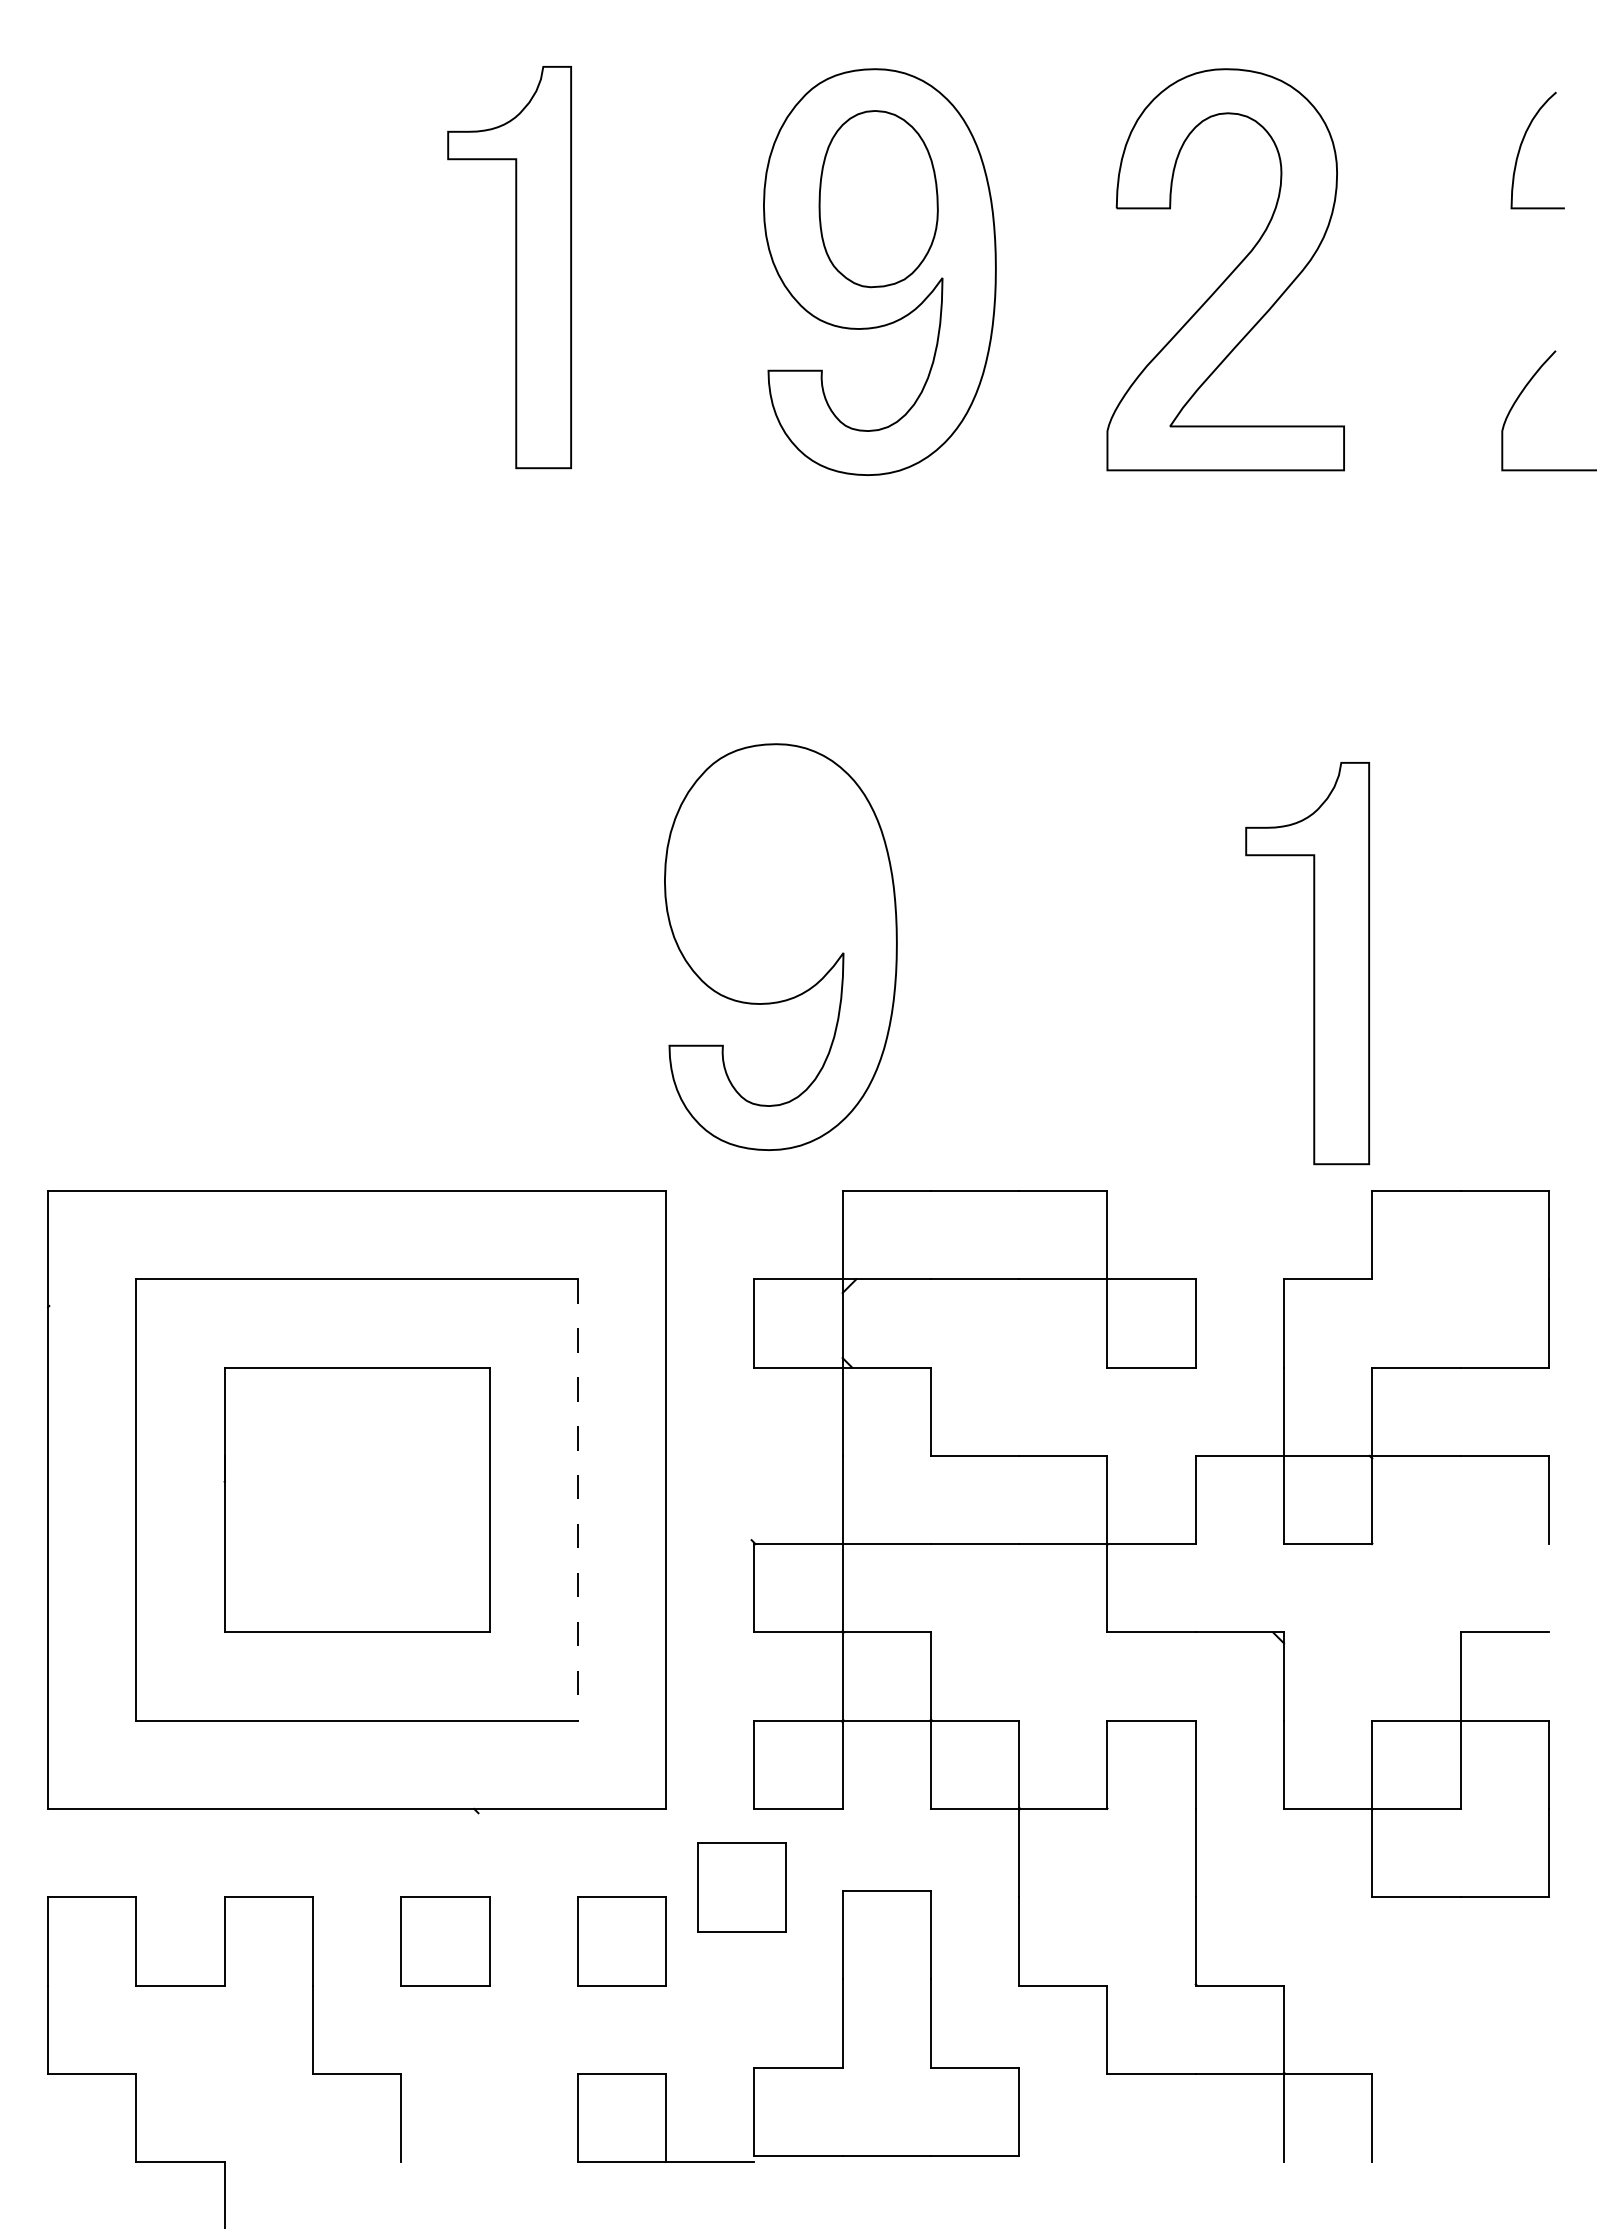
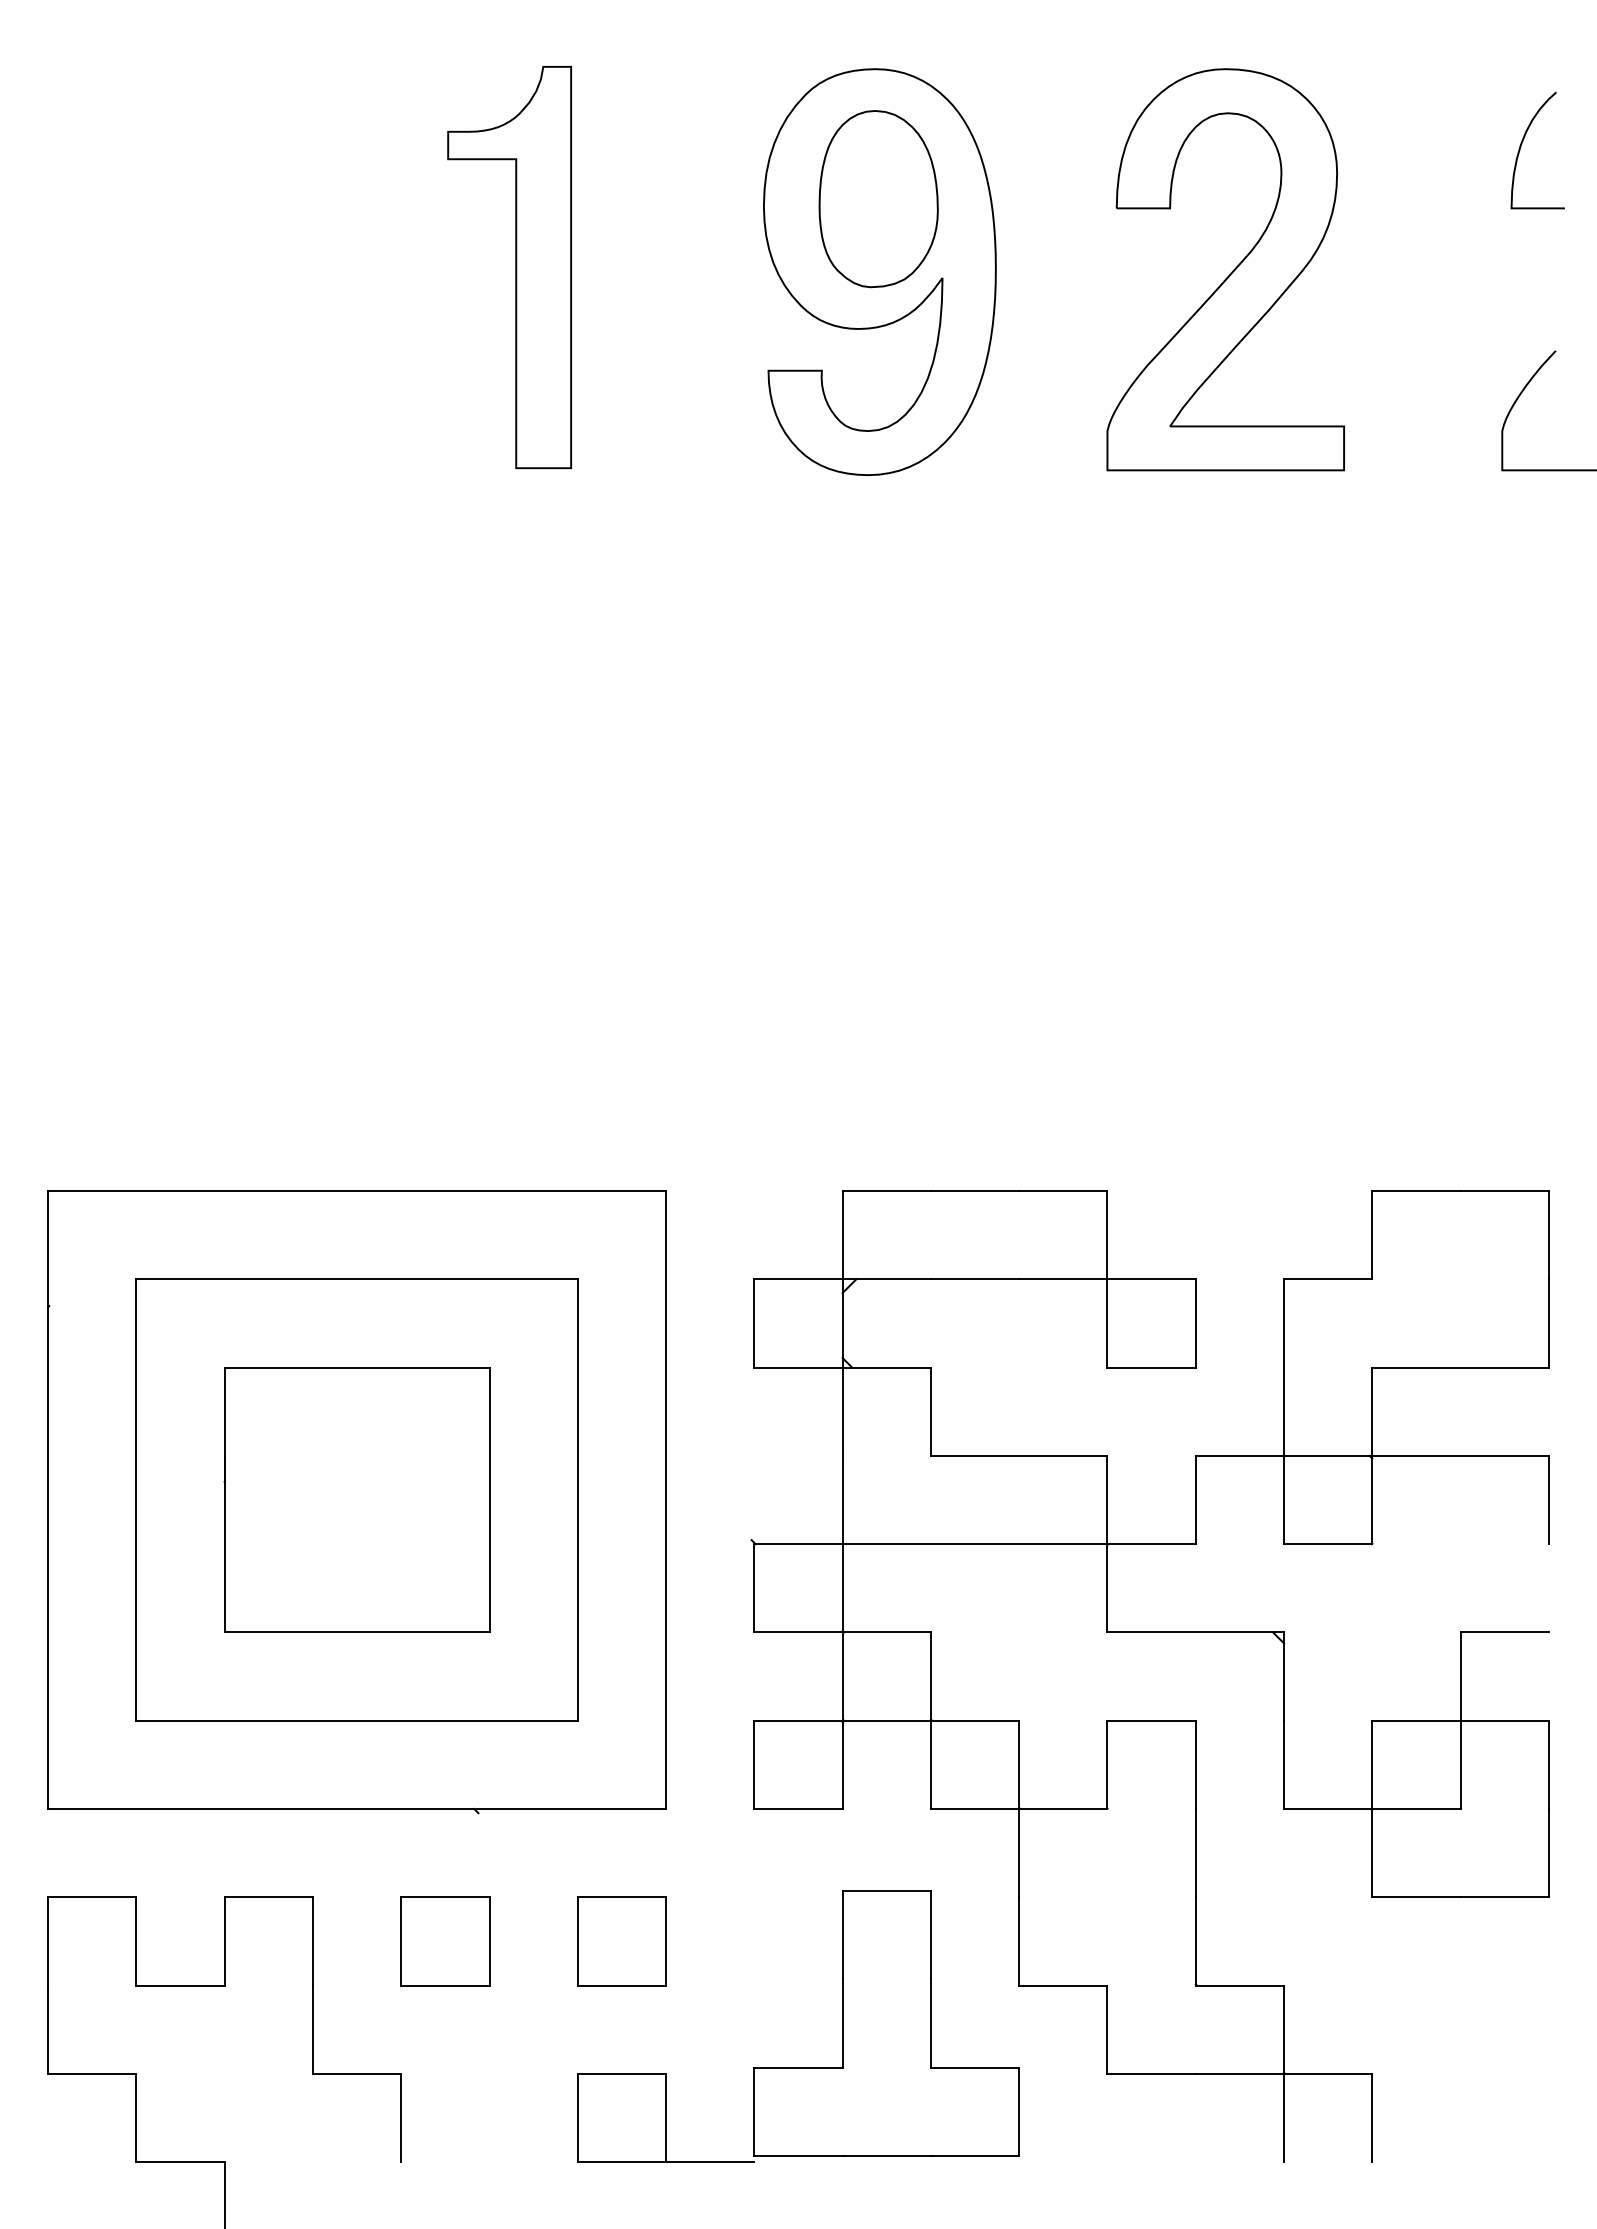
part at (780, 946): present -> none
part at (1307, 963): present -> none
line at (577, 1500): dashed -> solid
part at (741, 1887): present -> none
